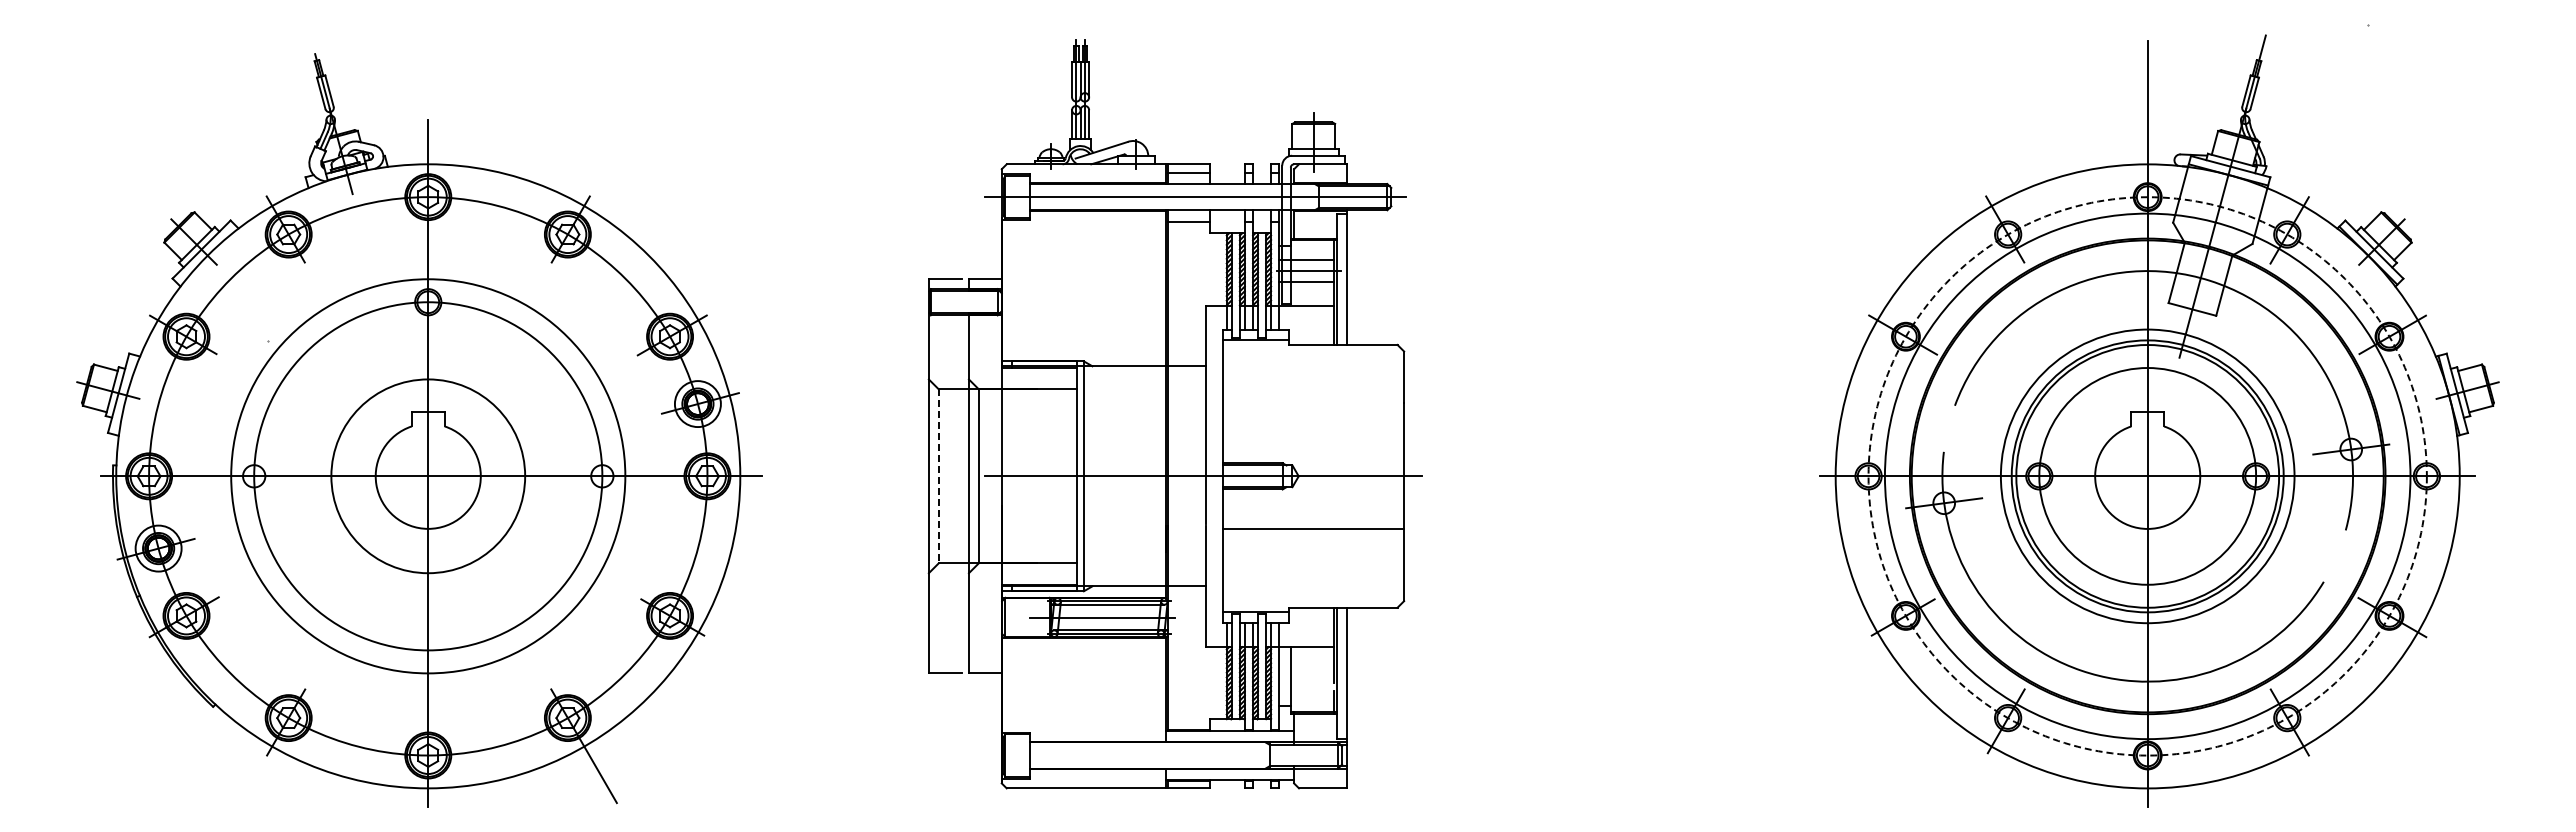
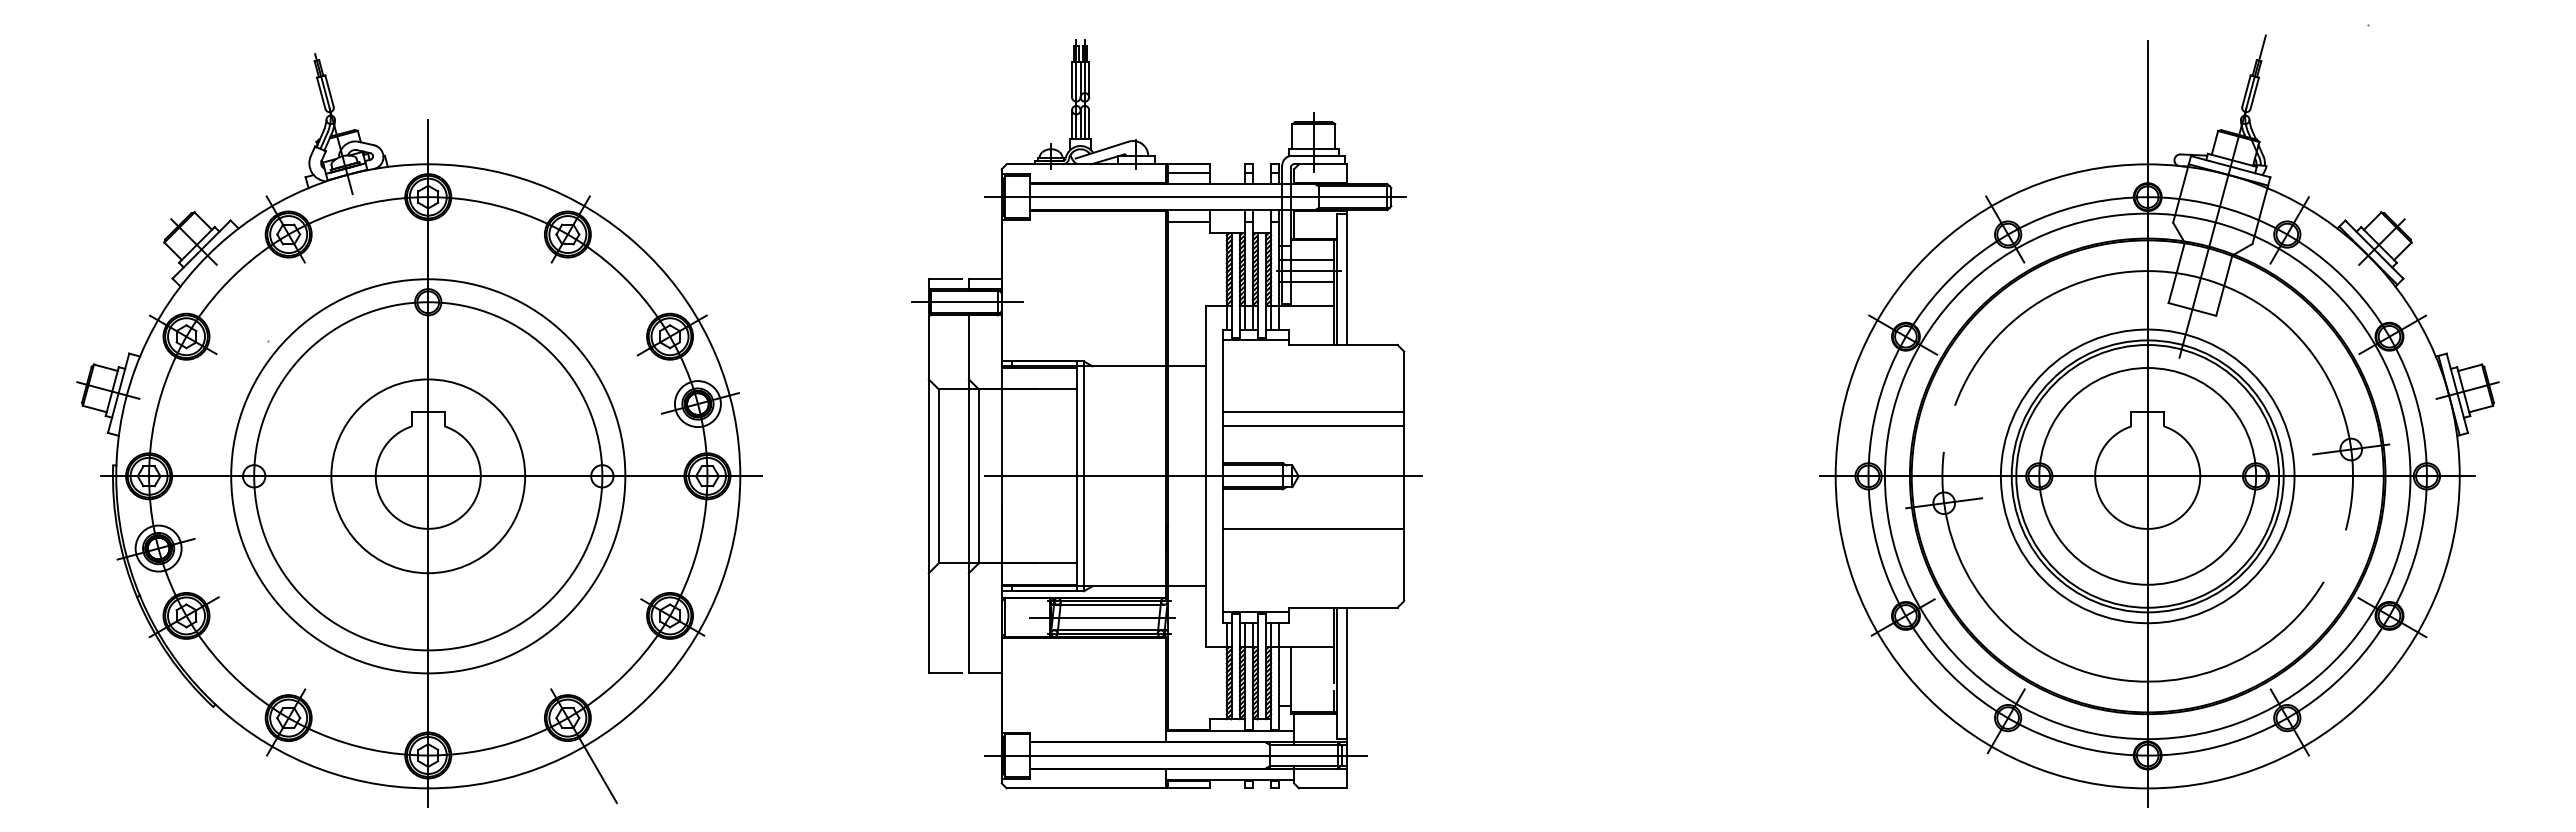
line at (967, 302): none -> present
line at (1313, 412): none -> present
line at (1313, 426): none -> present
line at (938, 476): dashed -> solid
circle at (2147, 476): dashed -> solid
line at (1175, 755): none -> present
